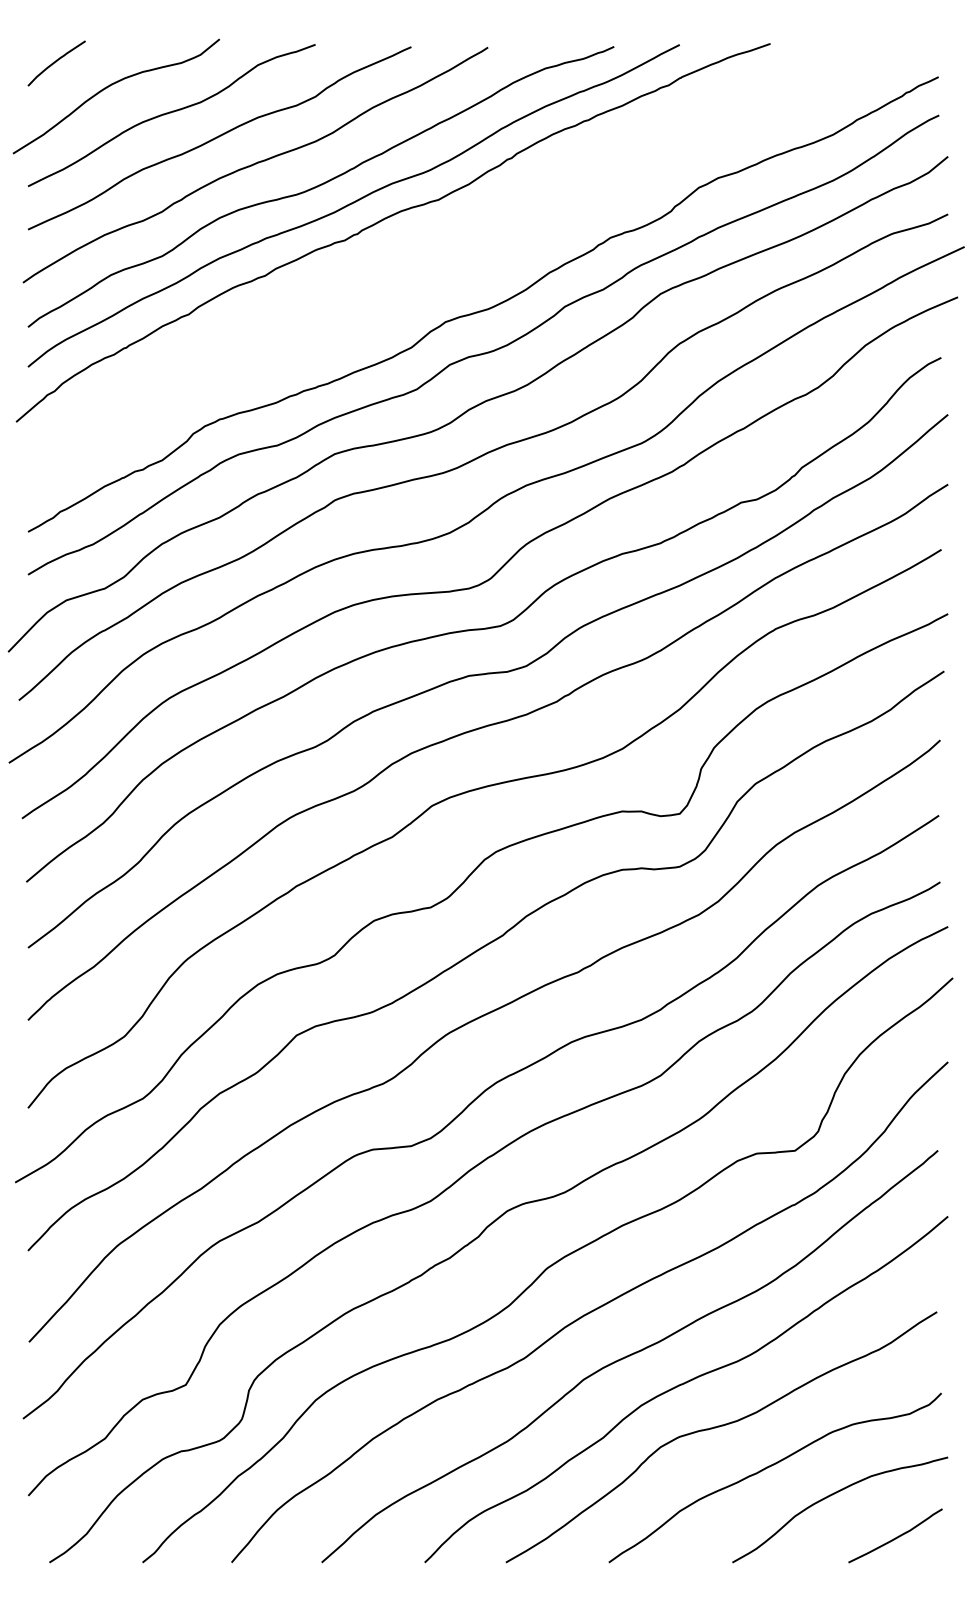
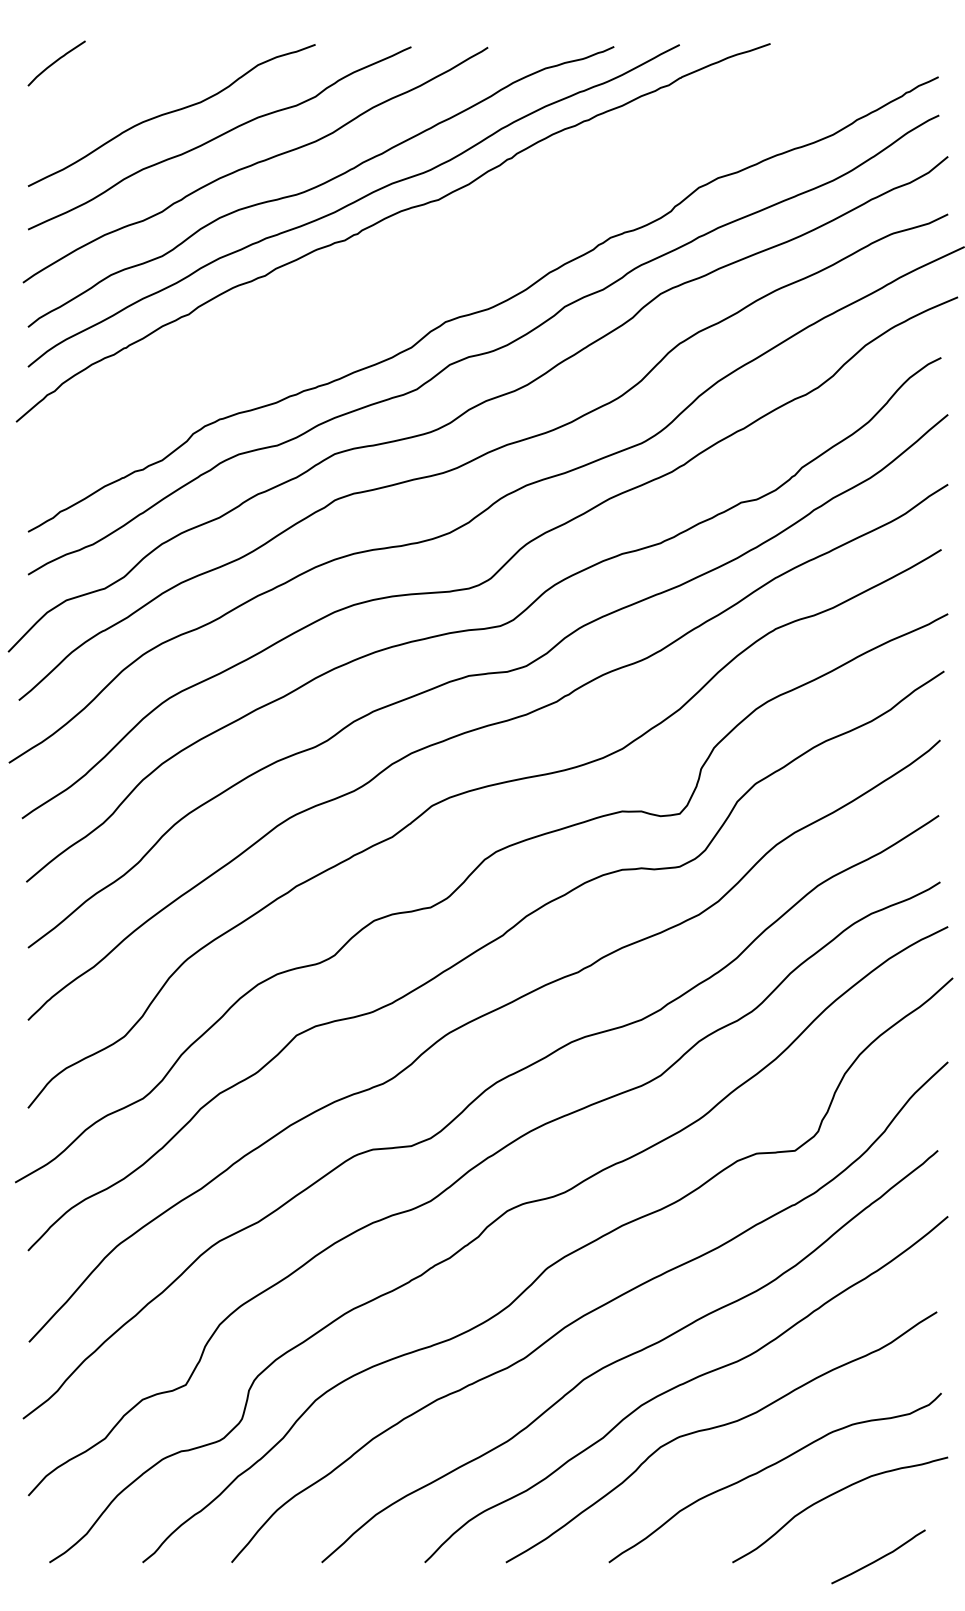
curve at (110, 86): present -> none
curve at (895, 1537) position: (895, 1537) -> (878, 1558)
